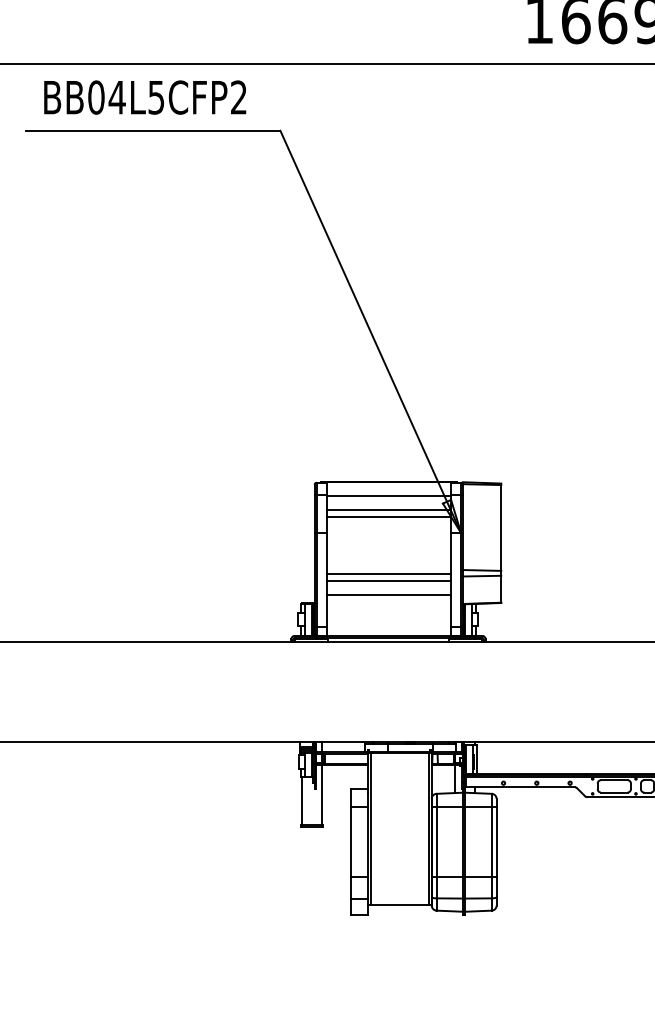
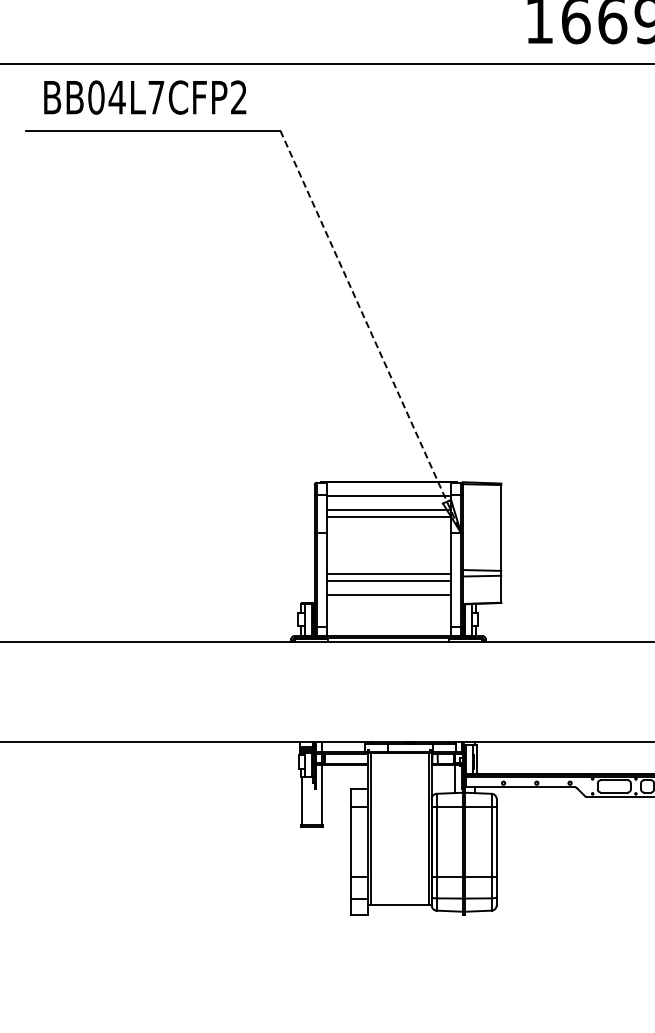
text at (156, 97): BB04L5CFP2 -> BB04L7CFP2
line at (370, 332): solid -> dashed
